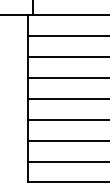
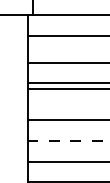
line at (66, 57) position: (66, 57) -> (66, 63)
line at (66, 78) position: (66, 78) -> (66, 83)
line at (66, 98) position: (66, 98) -> (66, 88)
line at (69, 140): solid -> dashed
